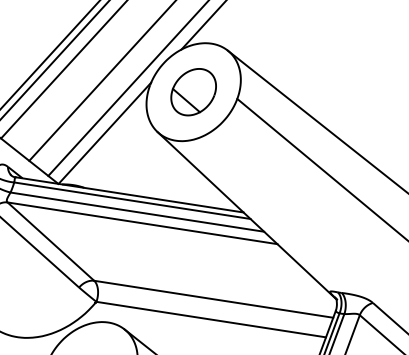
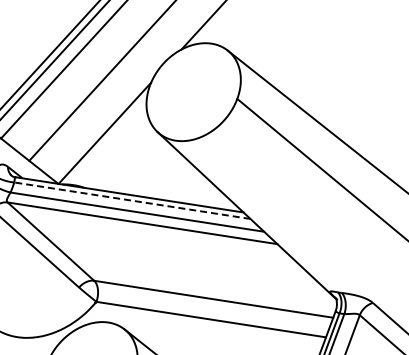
line at (127, 88): present -> none
part at (193, 92): present -> none
line at (132, 200): solid -> dashed
